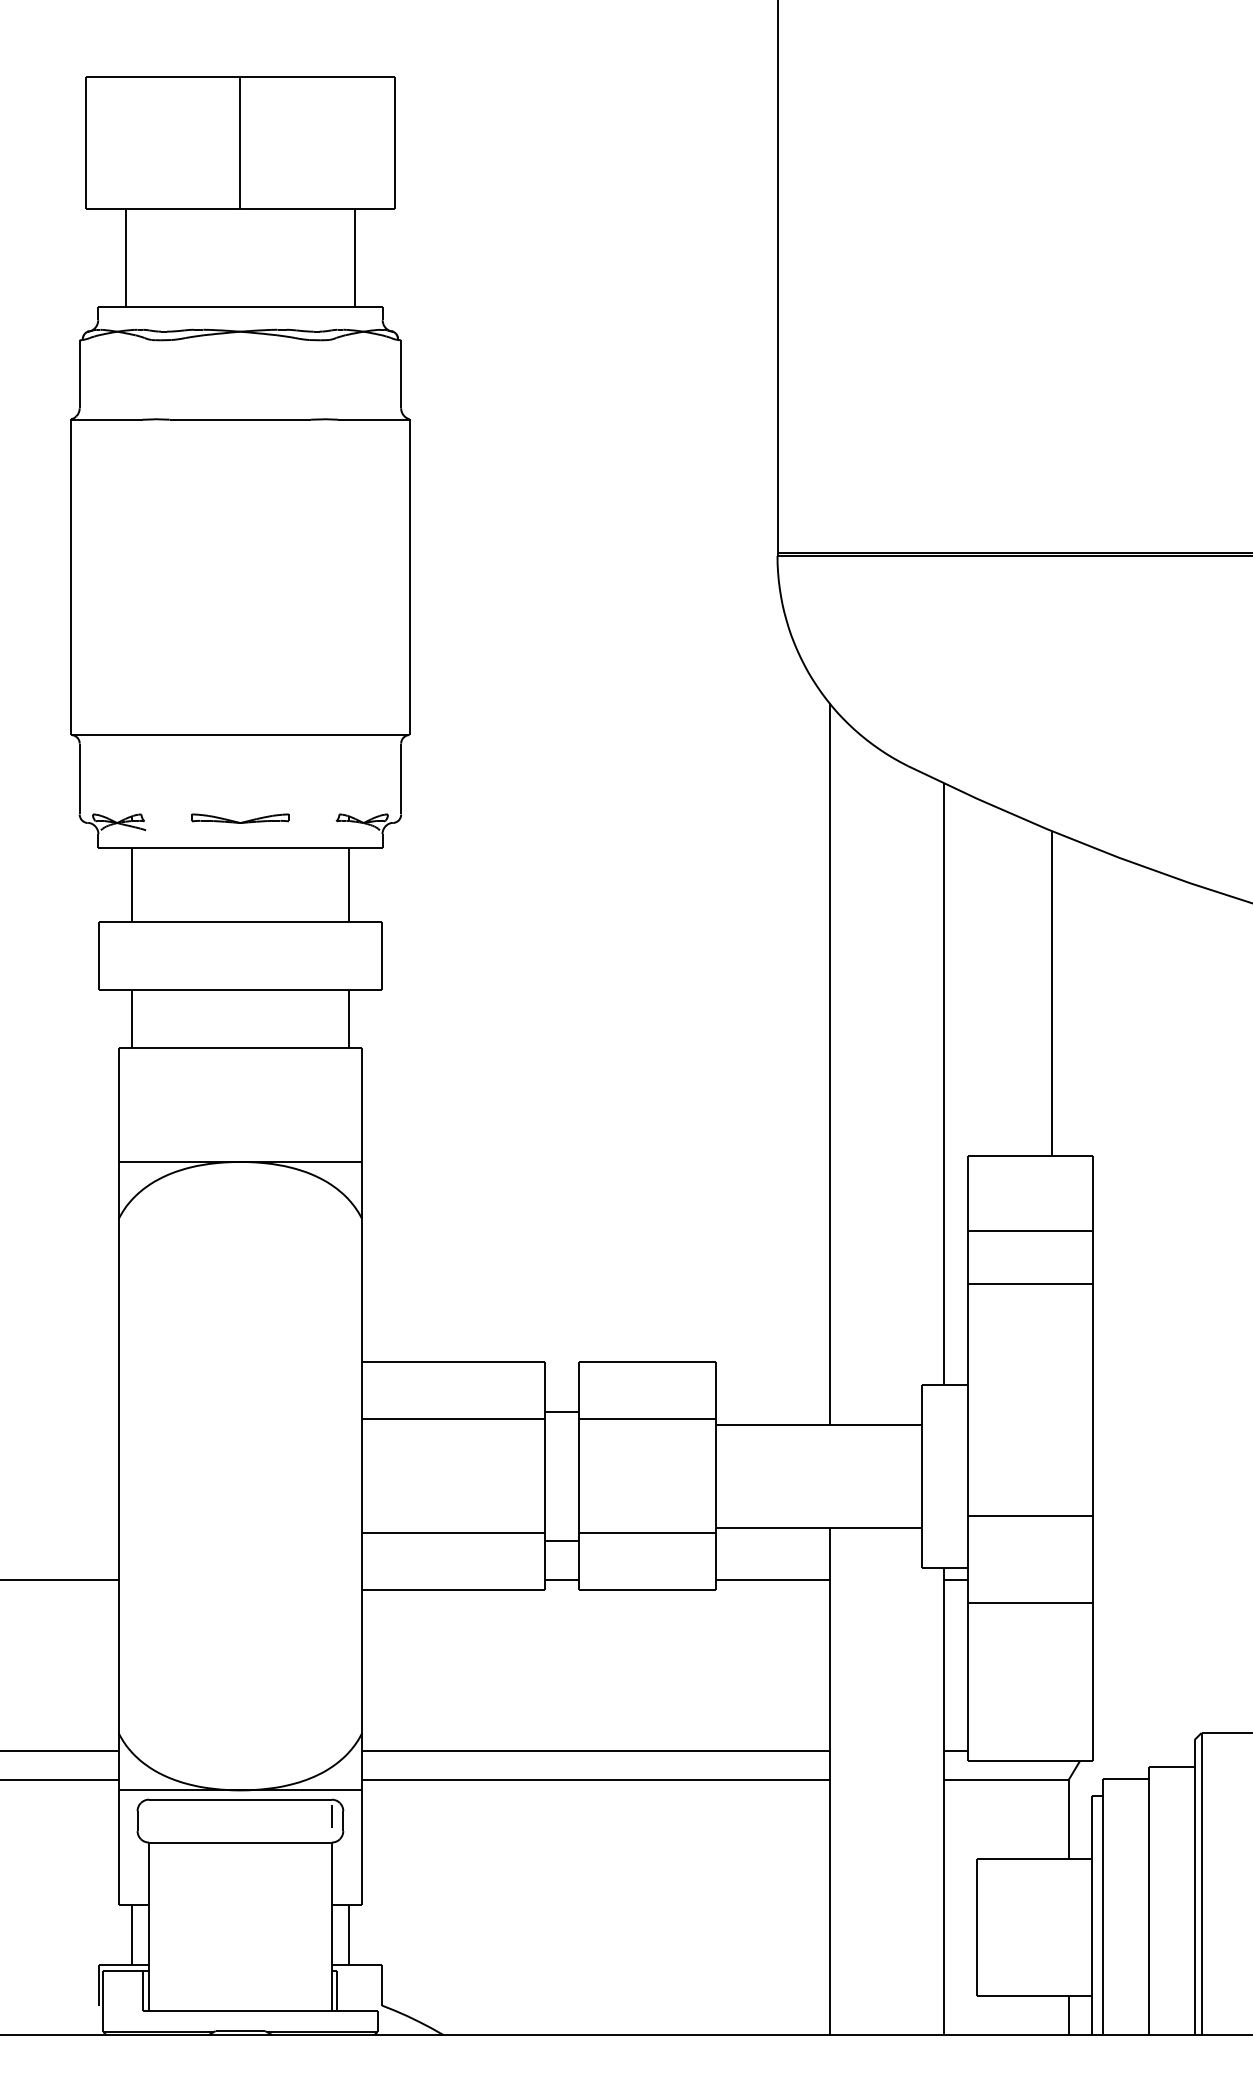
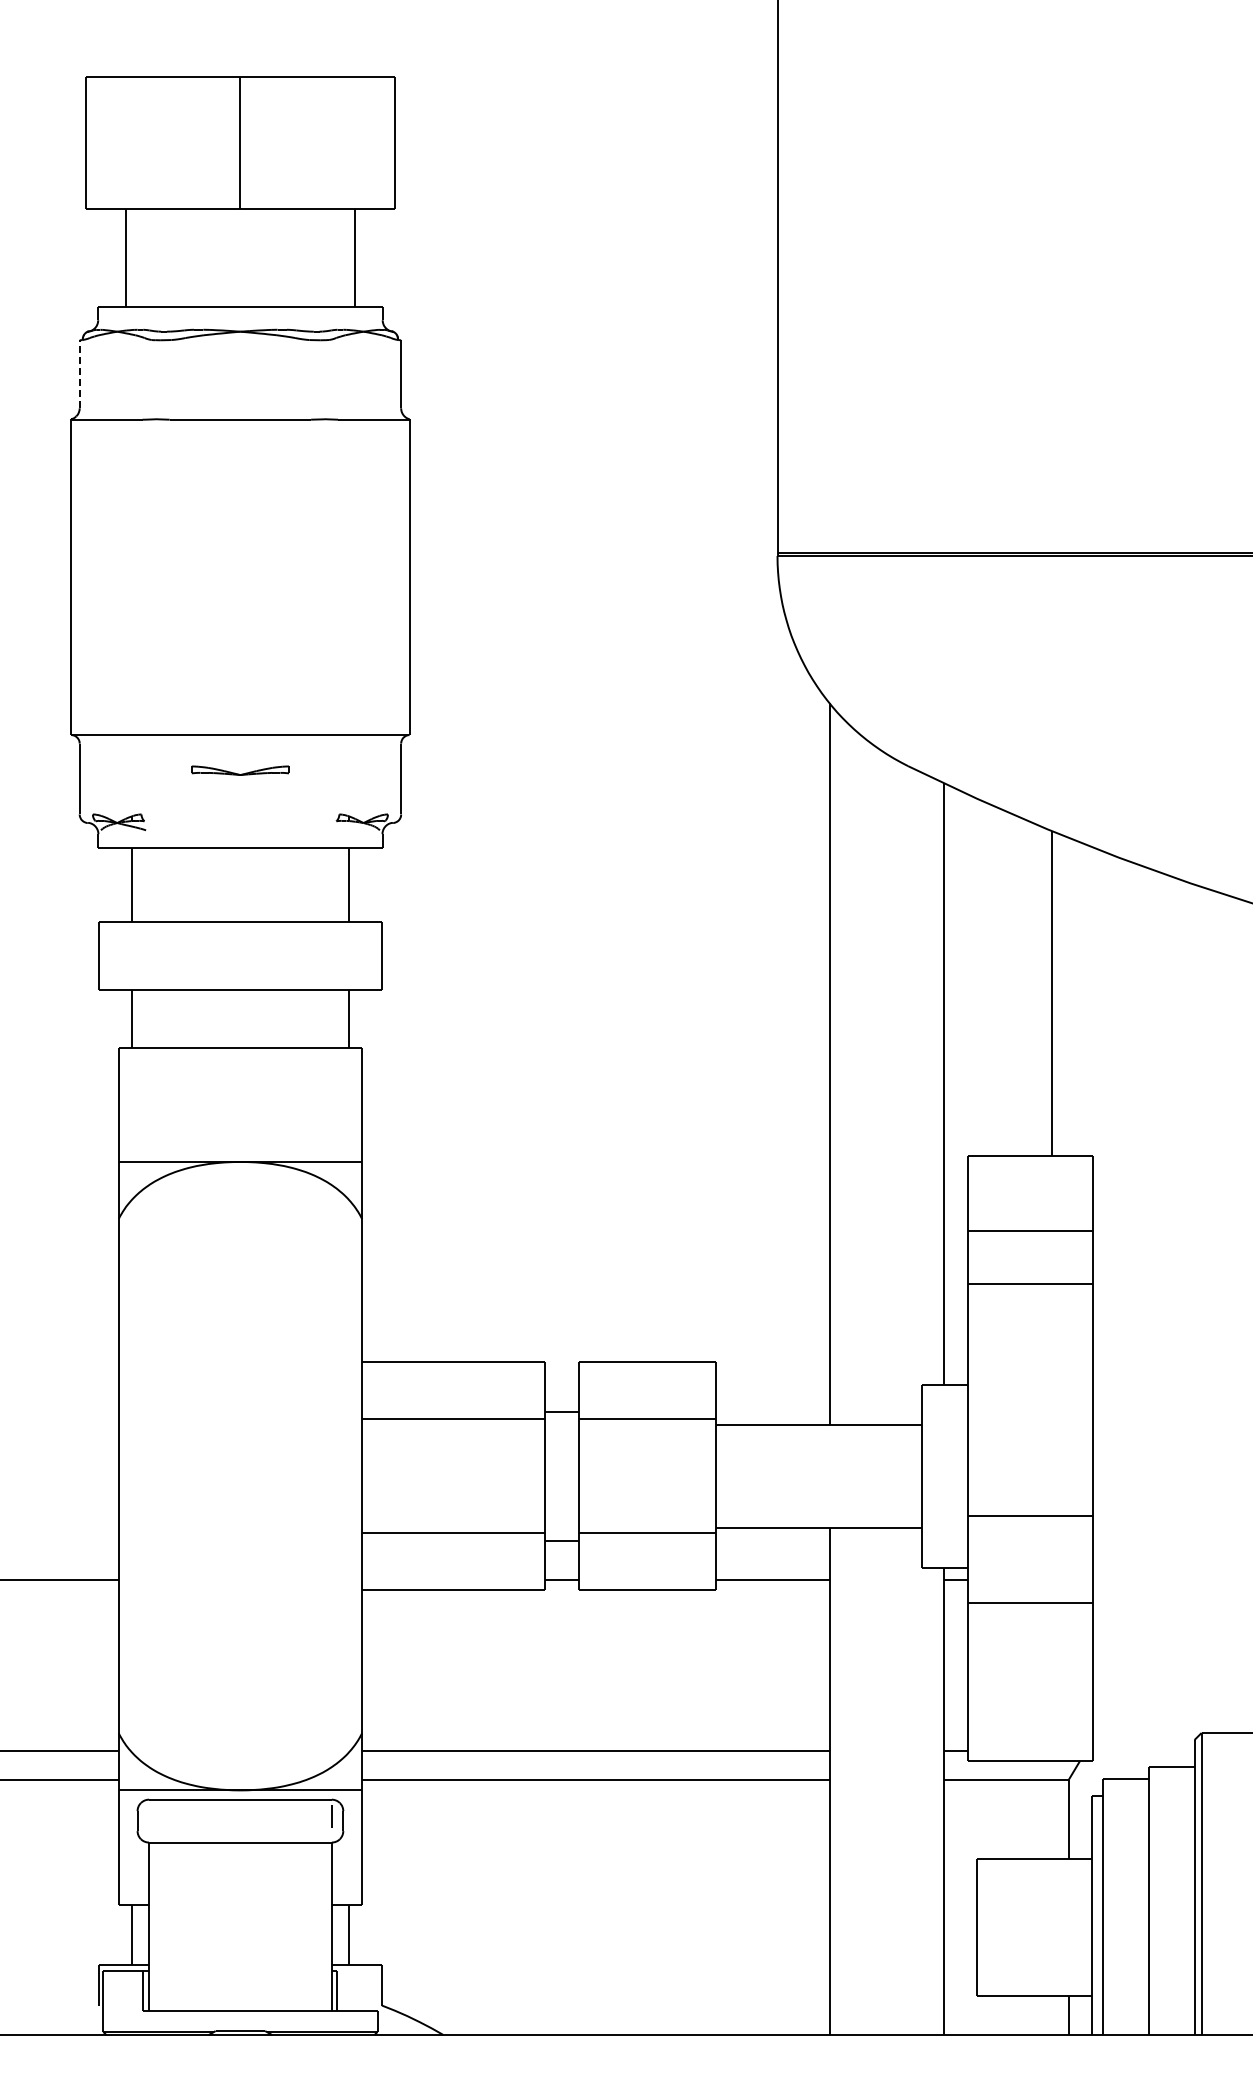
line at (79, 373): solid -> dashed
part at (240, 818) position: (240, 818) -> (240, 770)
